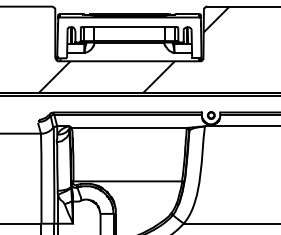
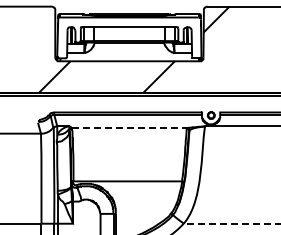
line at (129, 128): solid -> dashed
line at (231, 223): solid -> dashed
